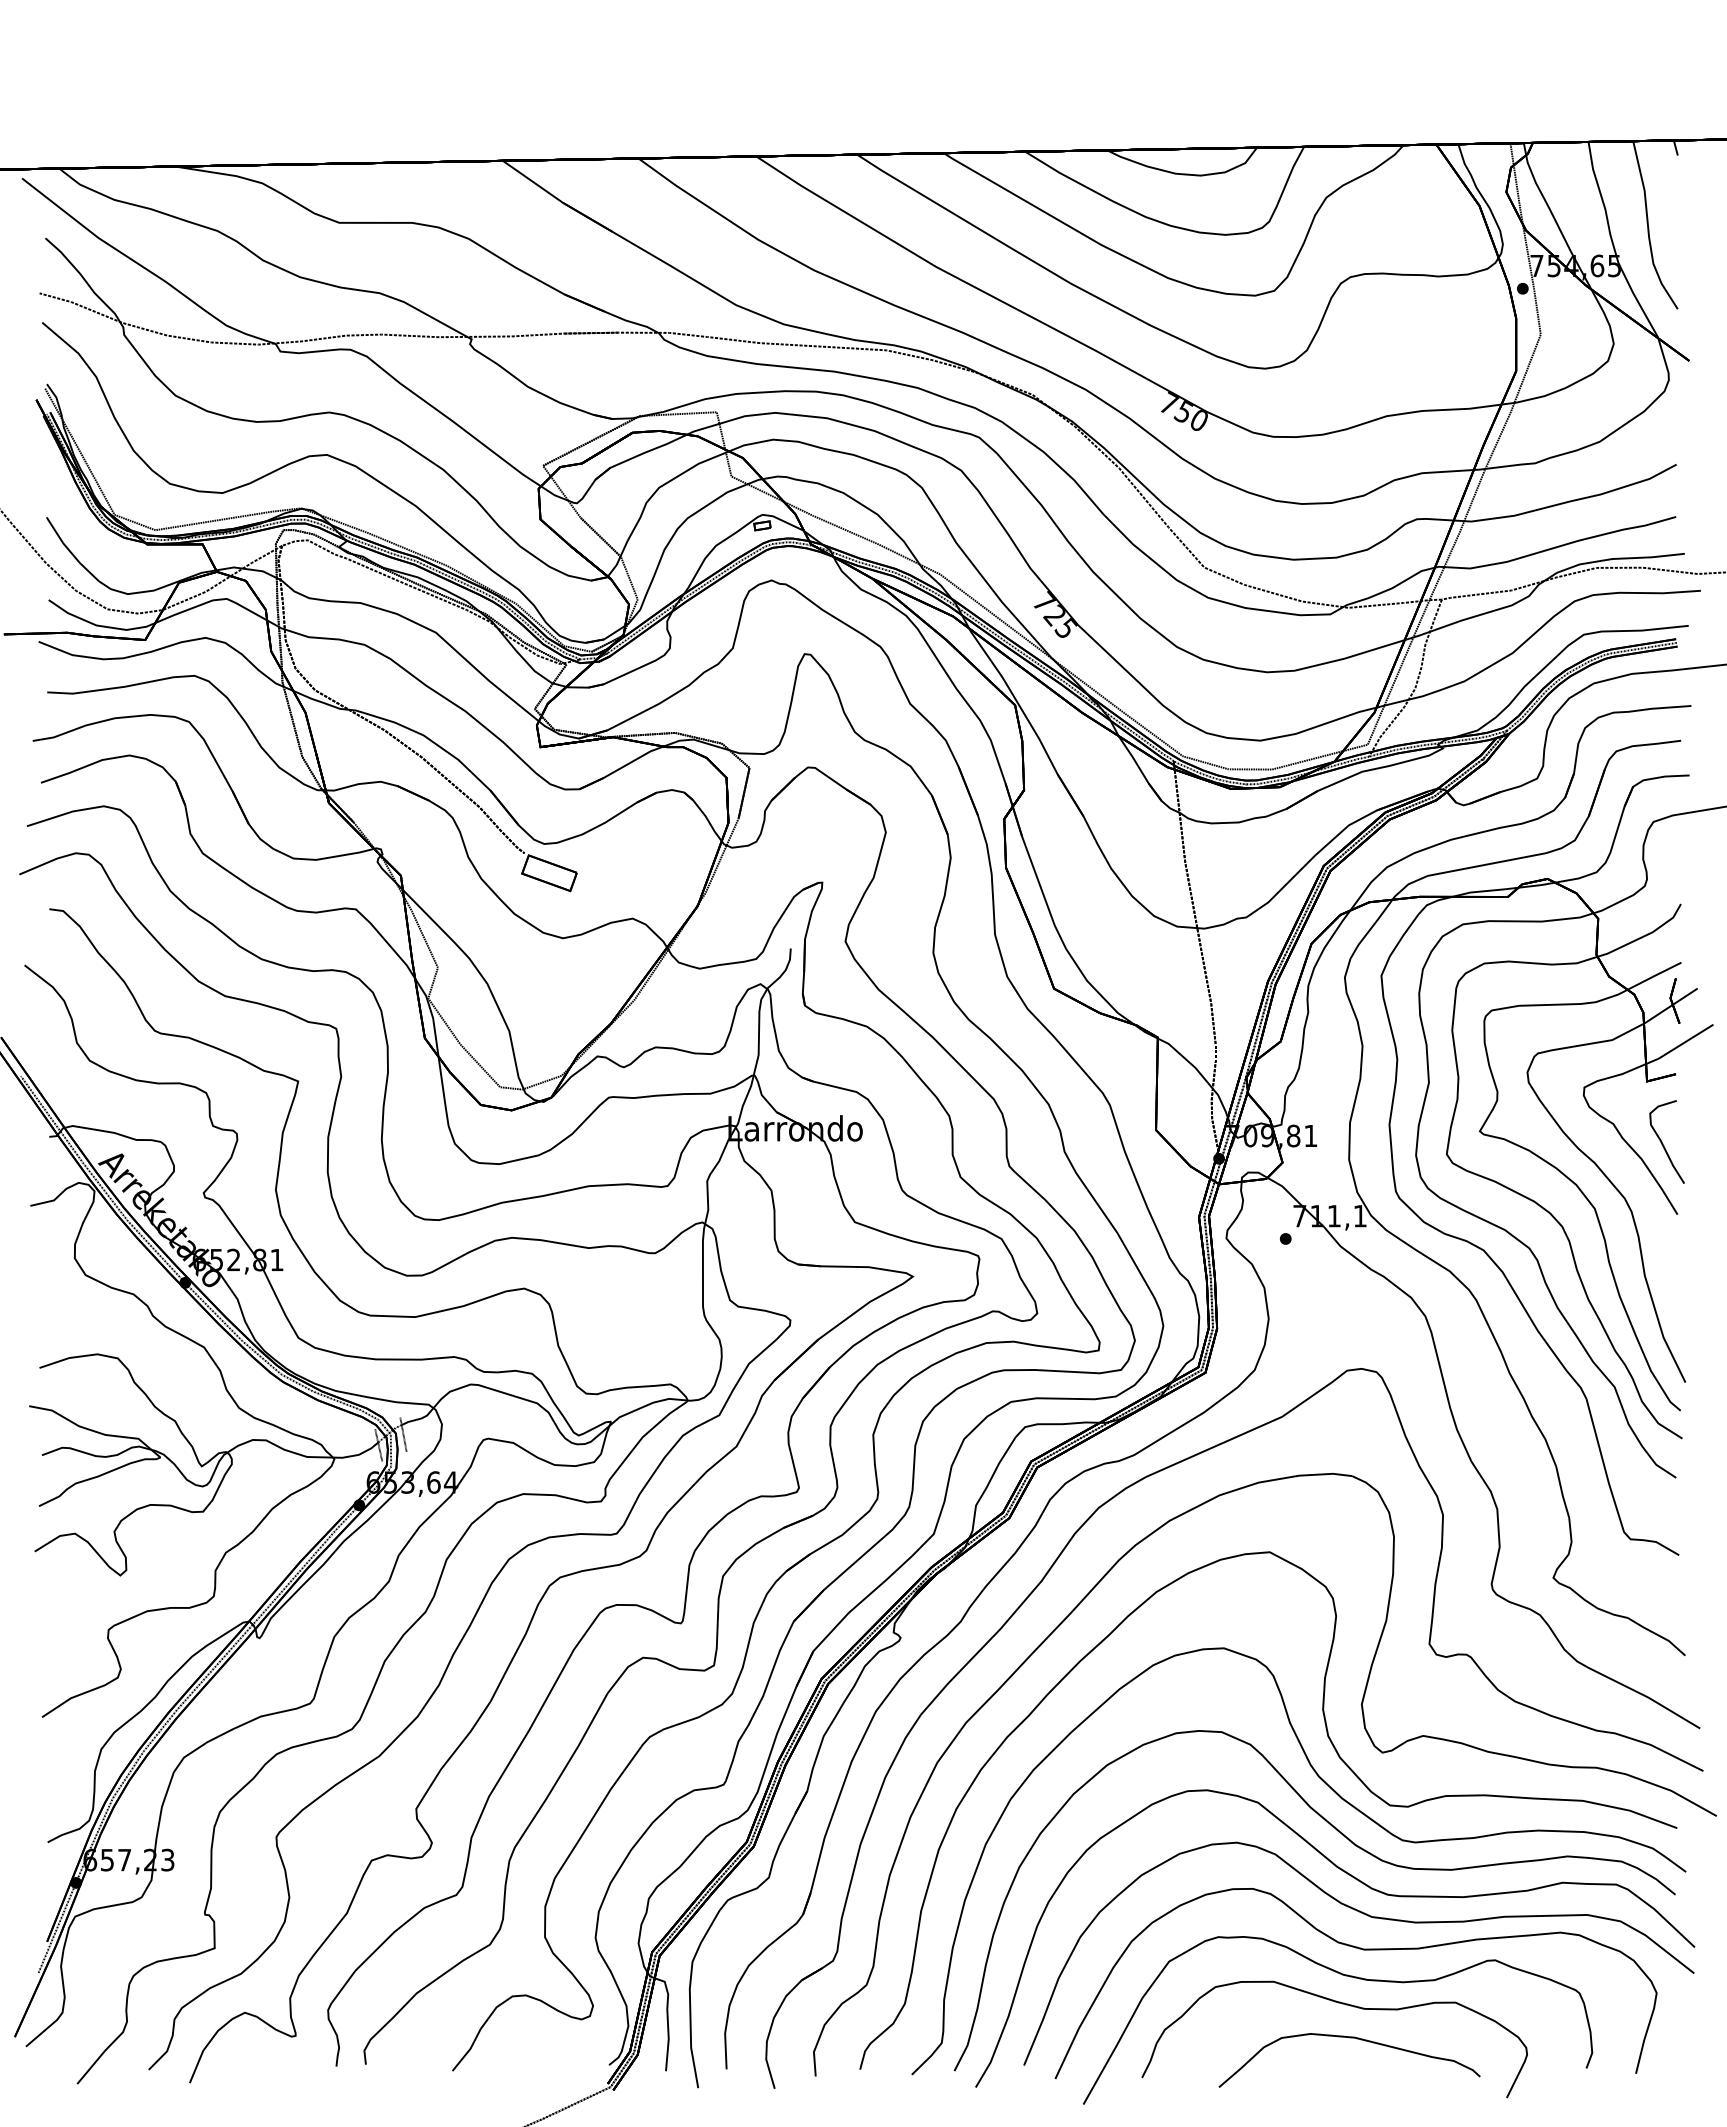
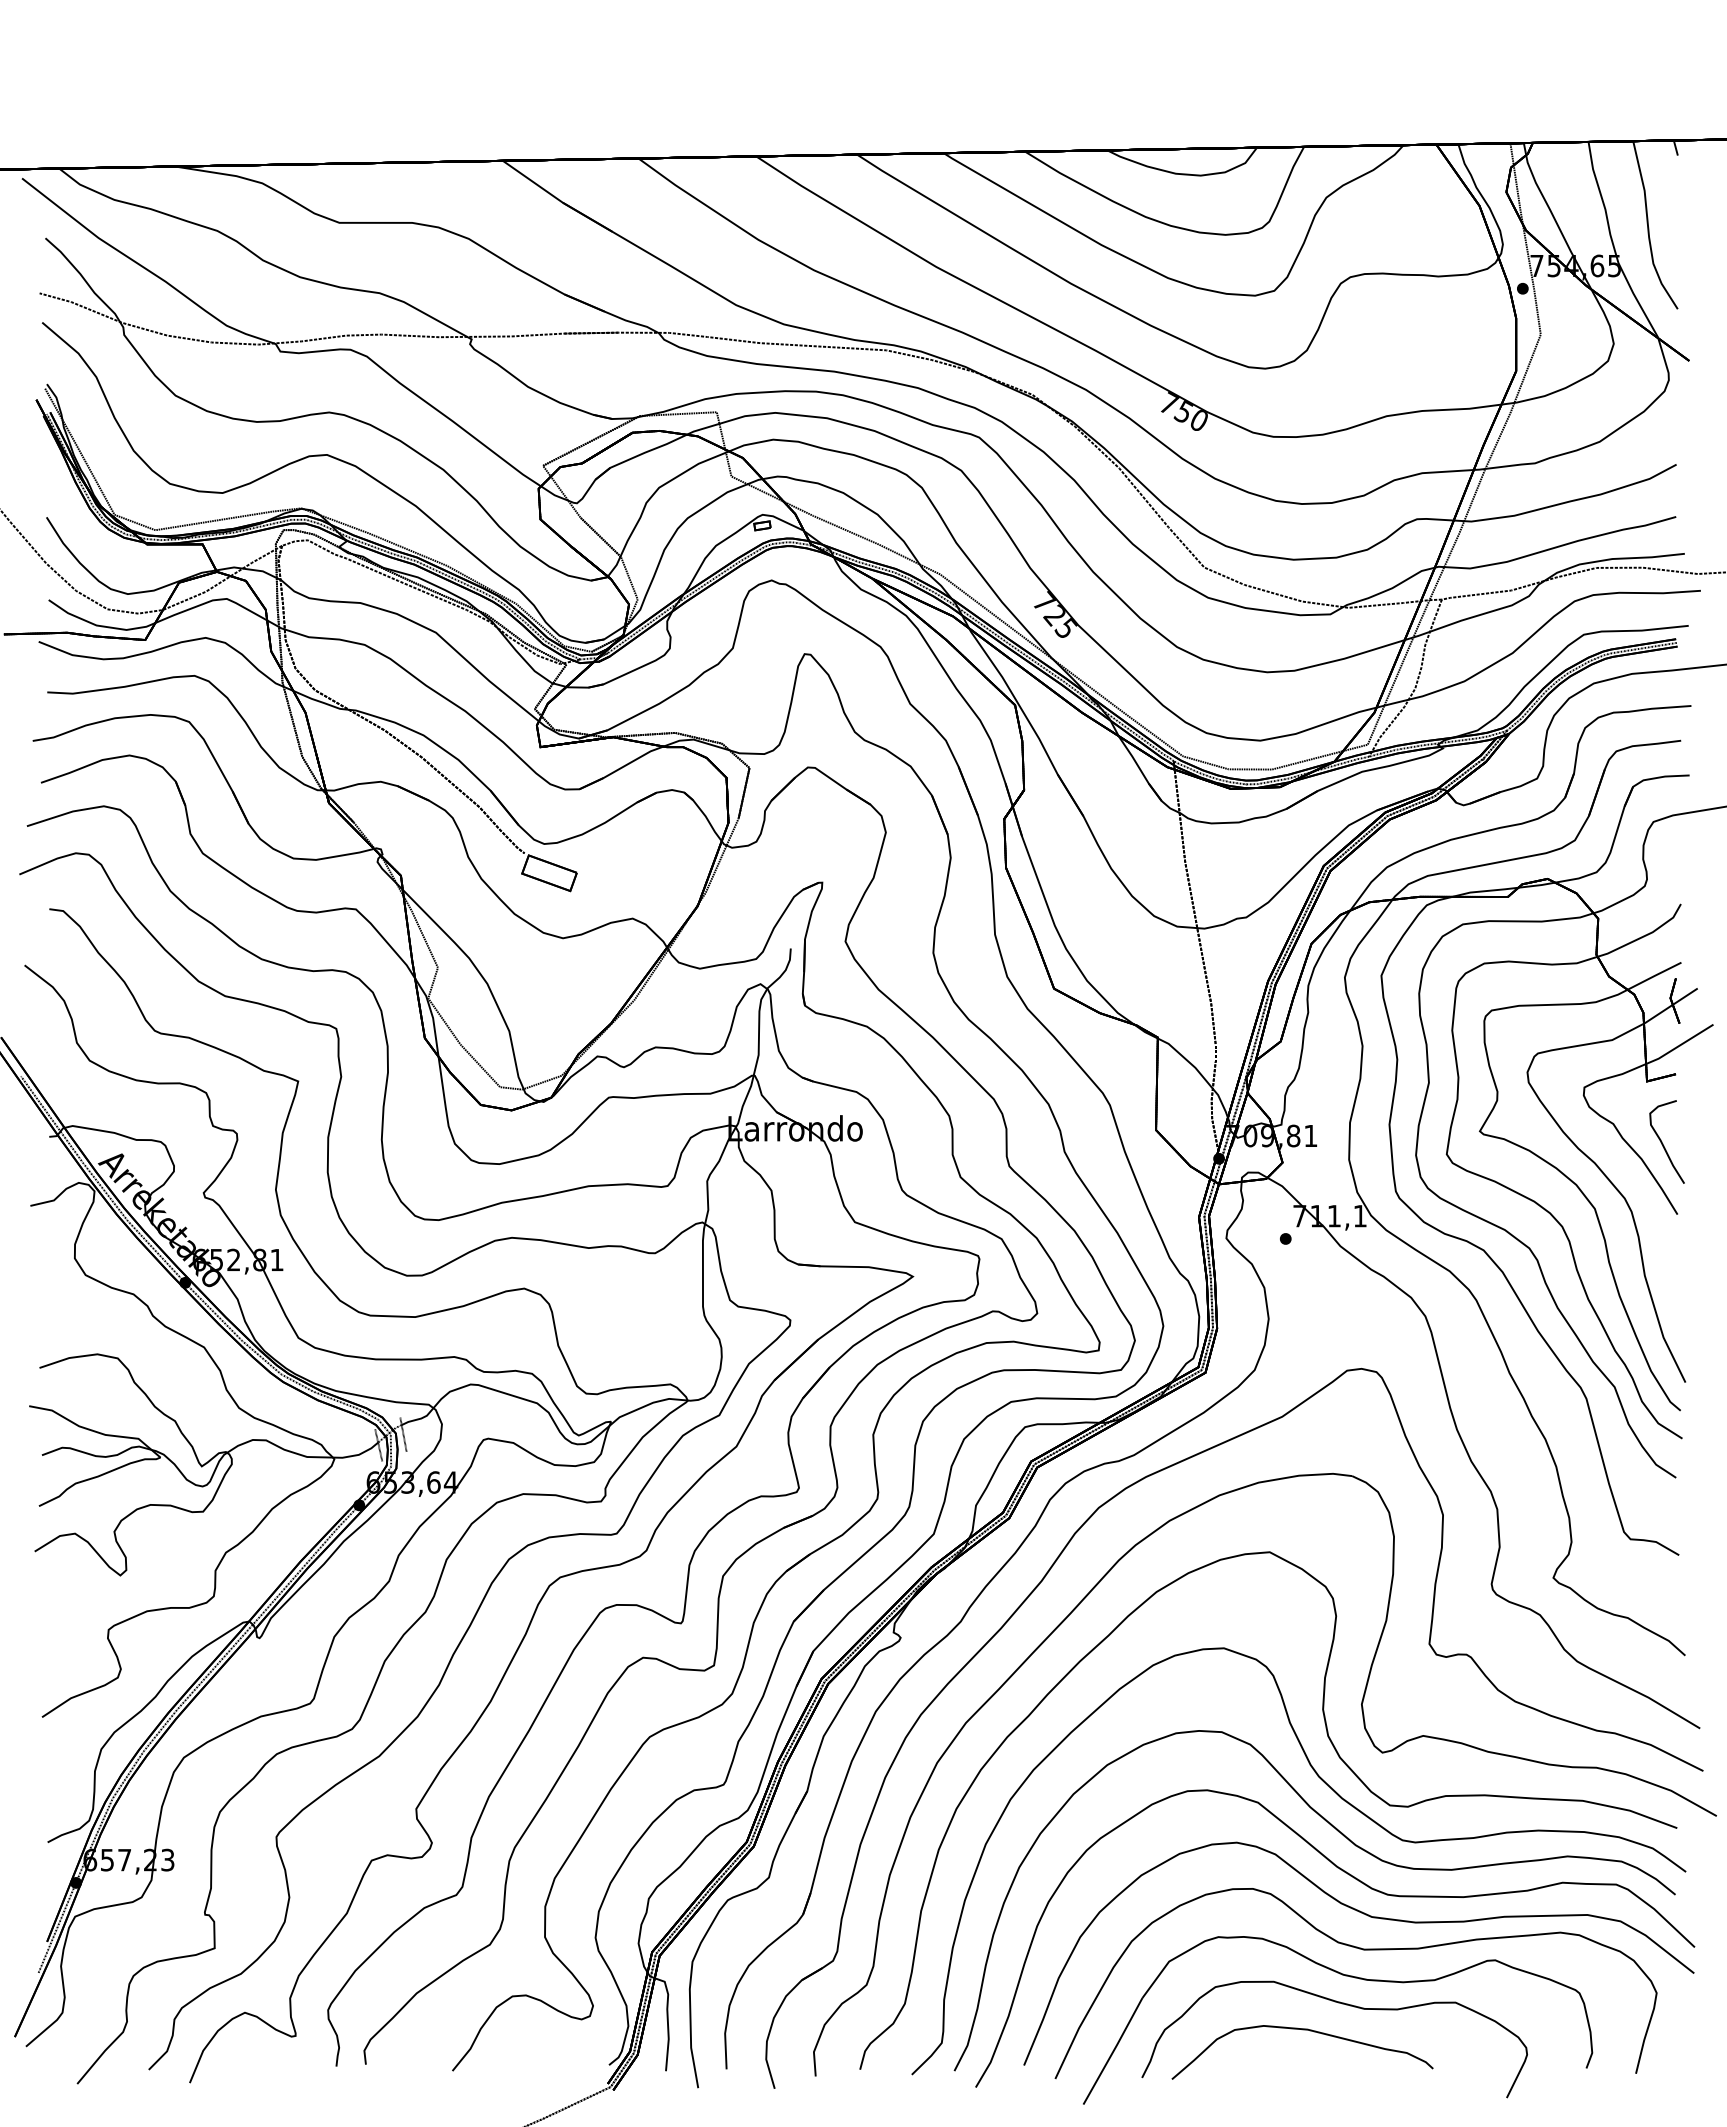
curve at (1349, 2038) position: (1349, 2038) -> (1302, 2030)
